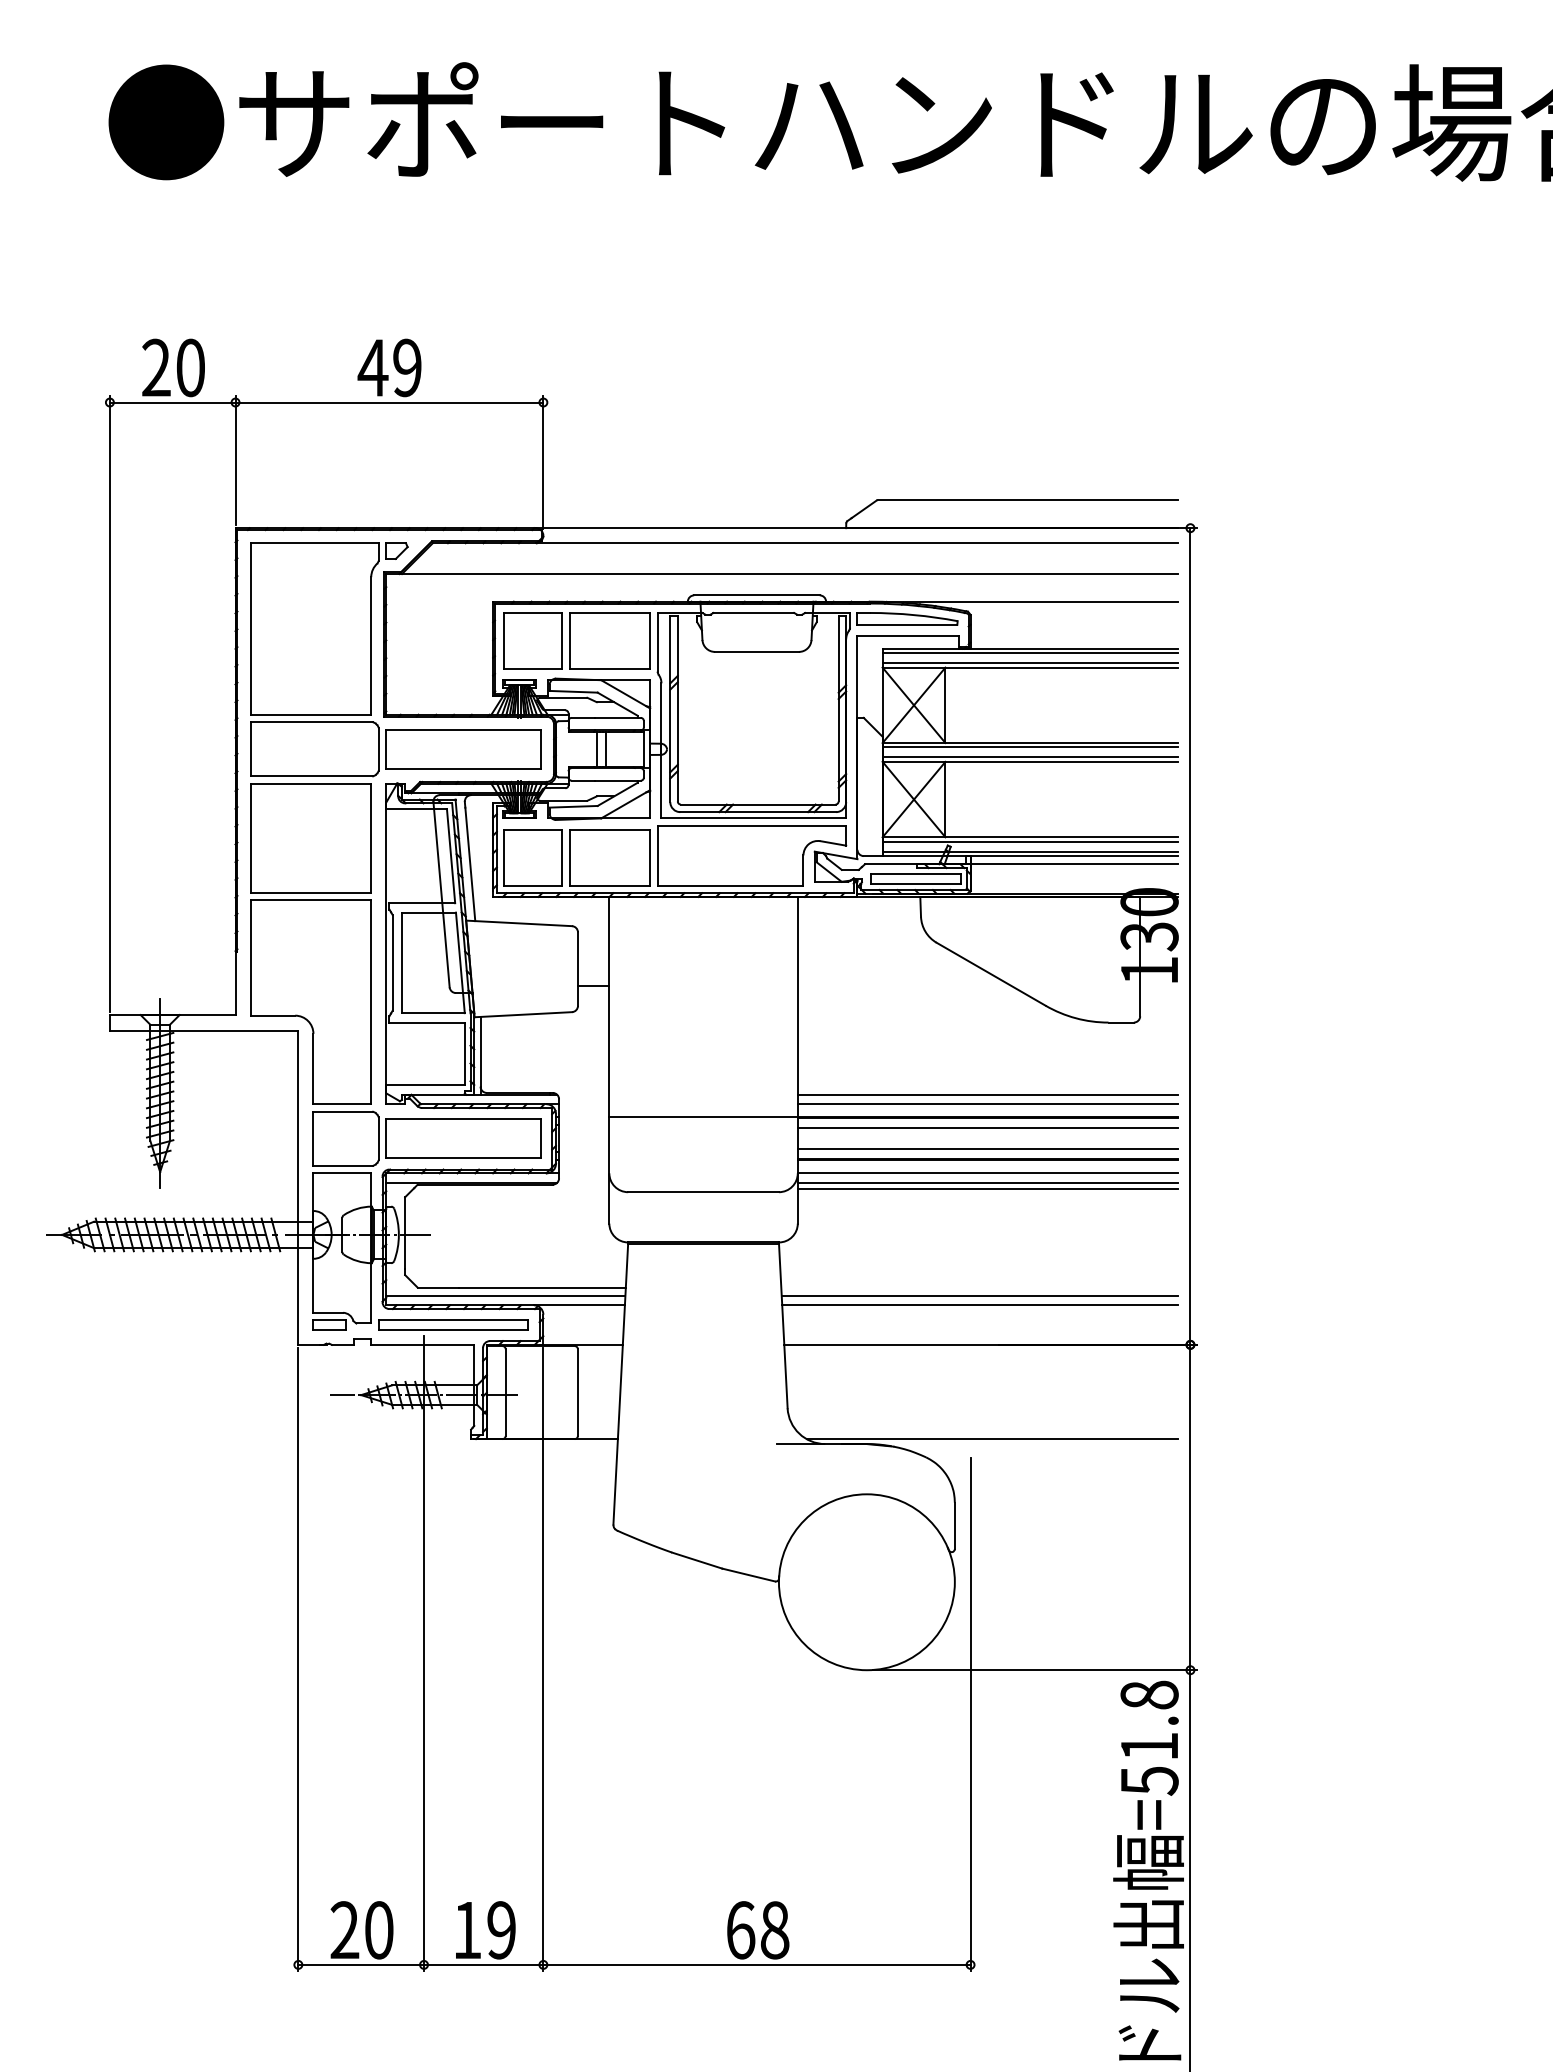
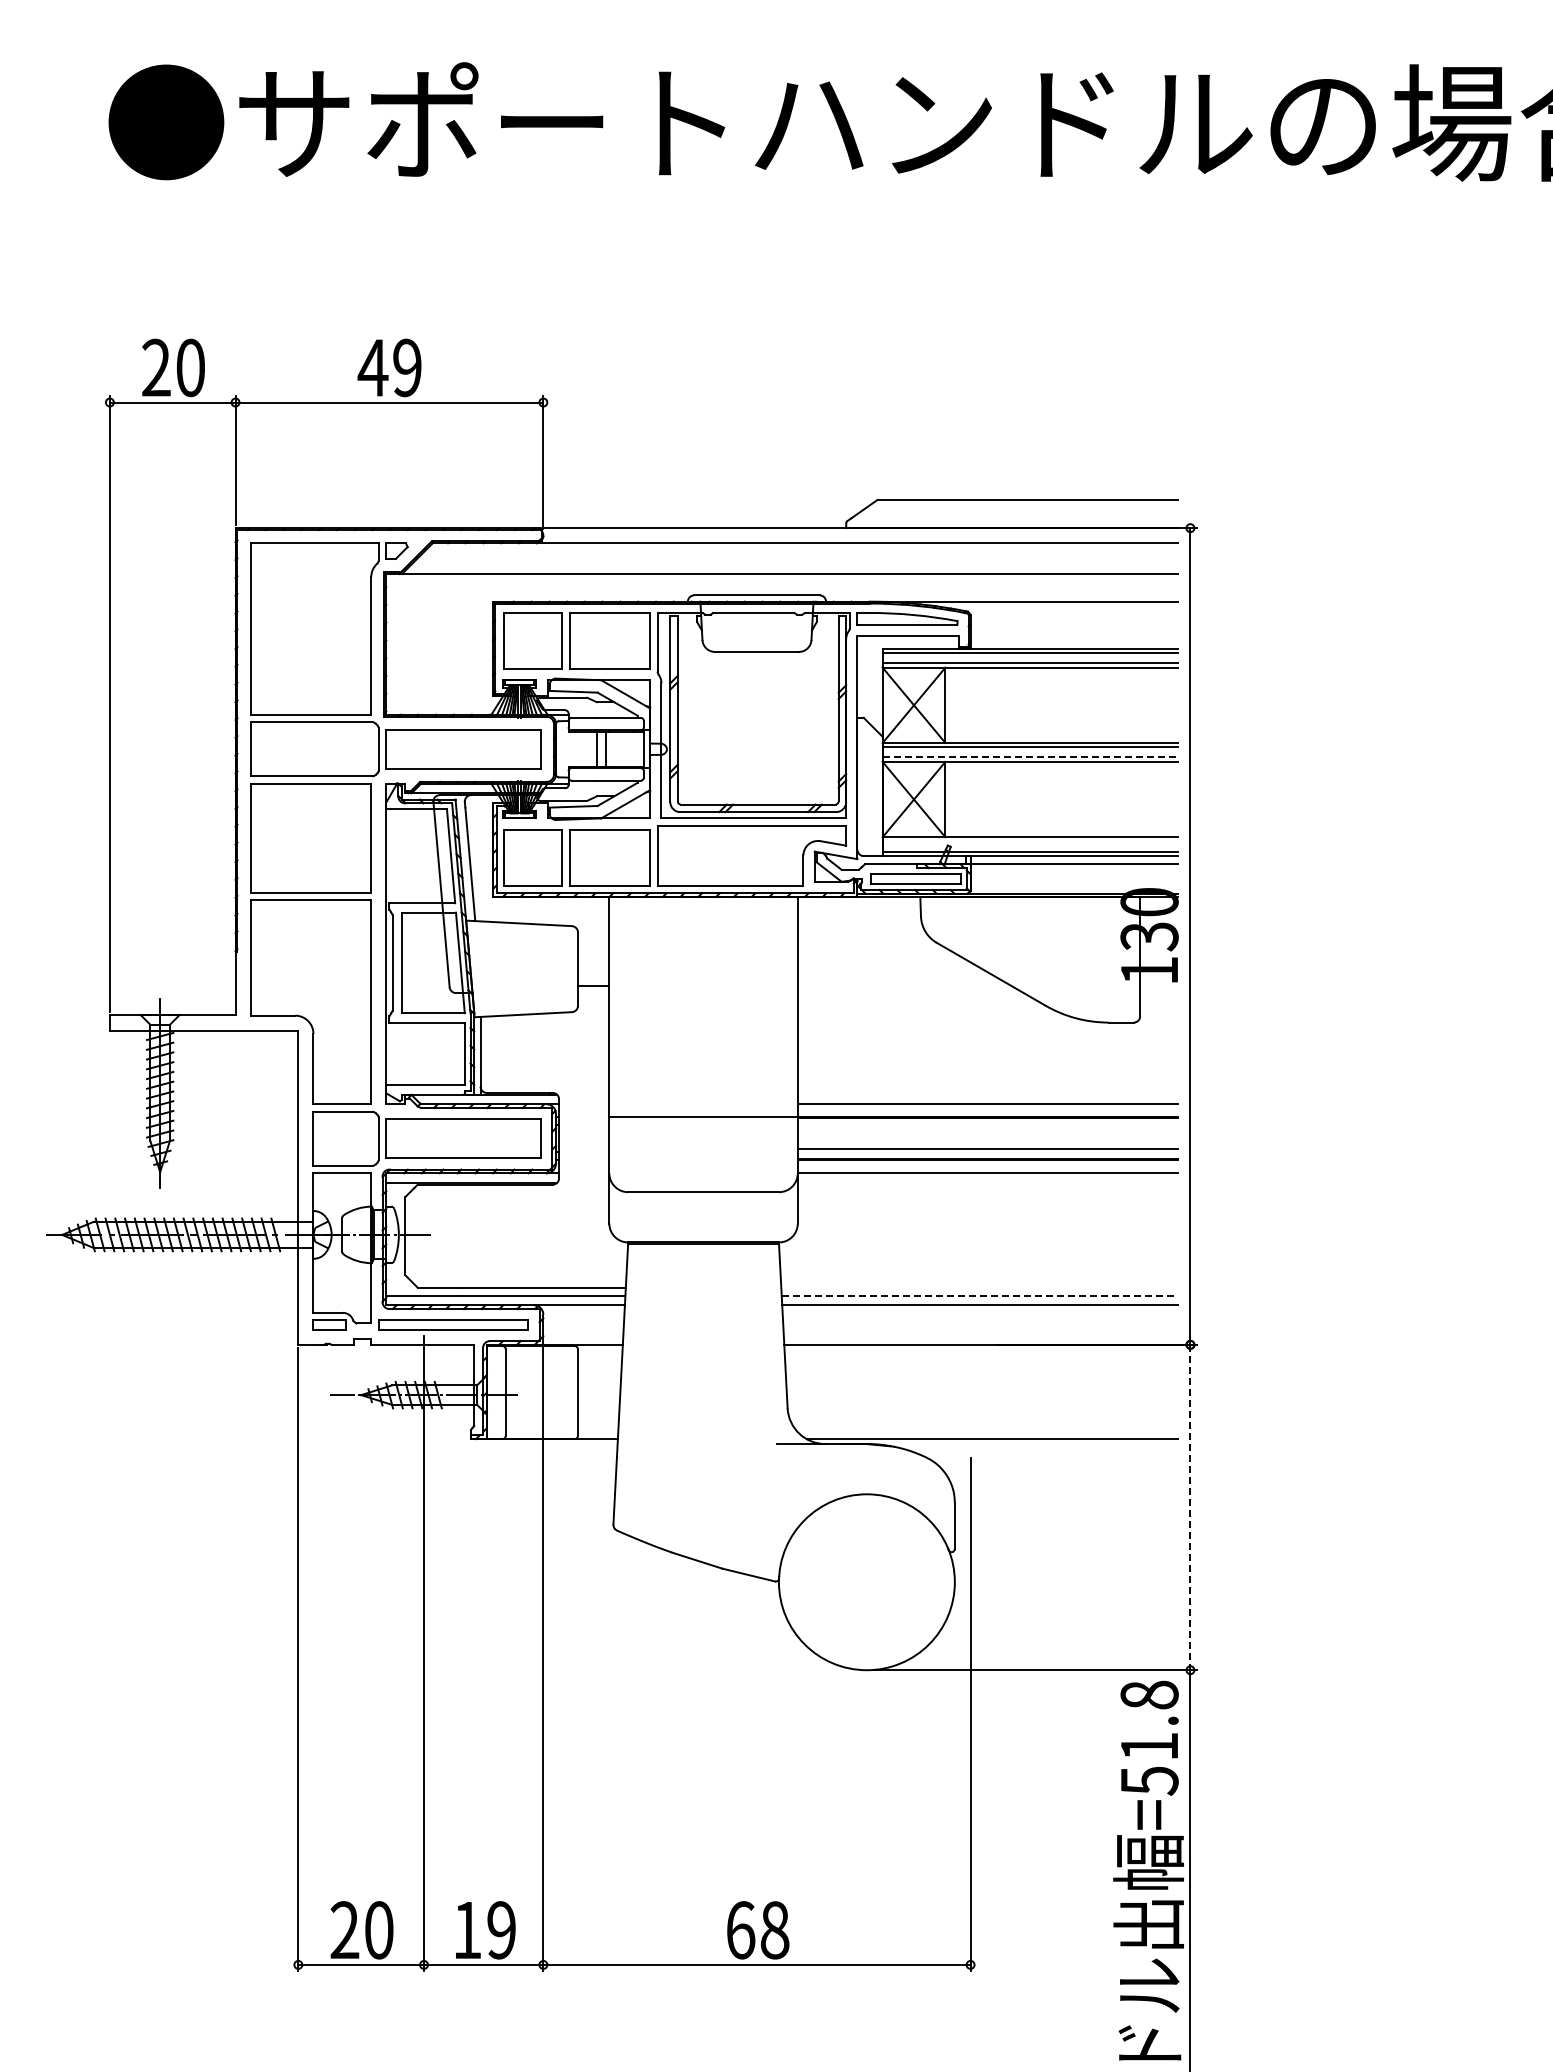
line at (1030, 757): solid -> dashed
line at (1029, 841): present -> none
line at (987, 1094): present -> none
line at (987, 1128): present -> none
line at (987, 1182): present -> none
line at (987, 1189): present -> none
line at (980, 1295): solid -> dashed
line at (1190, 1507): solid -> dashed
